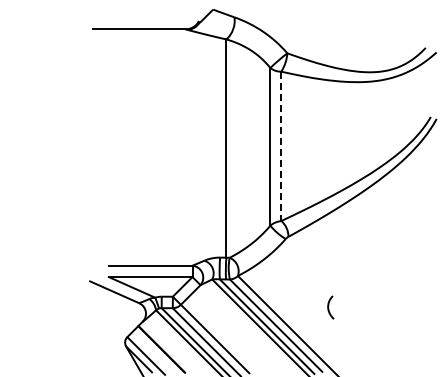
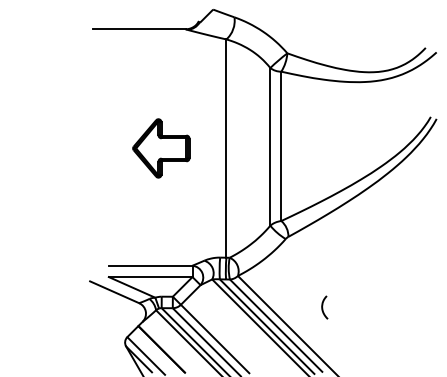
line at (281, 146): dashed -> solid
part at (161, 148): none -> present
curve at (329, 307) position: (329, 307) -> (323, 307)
